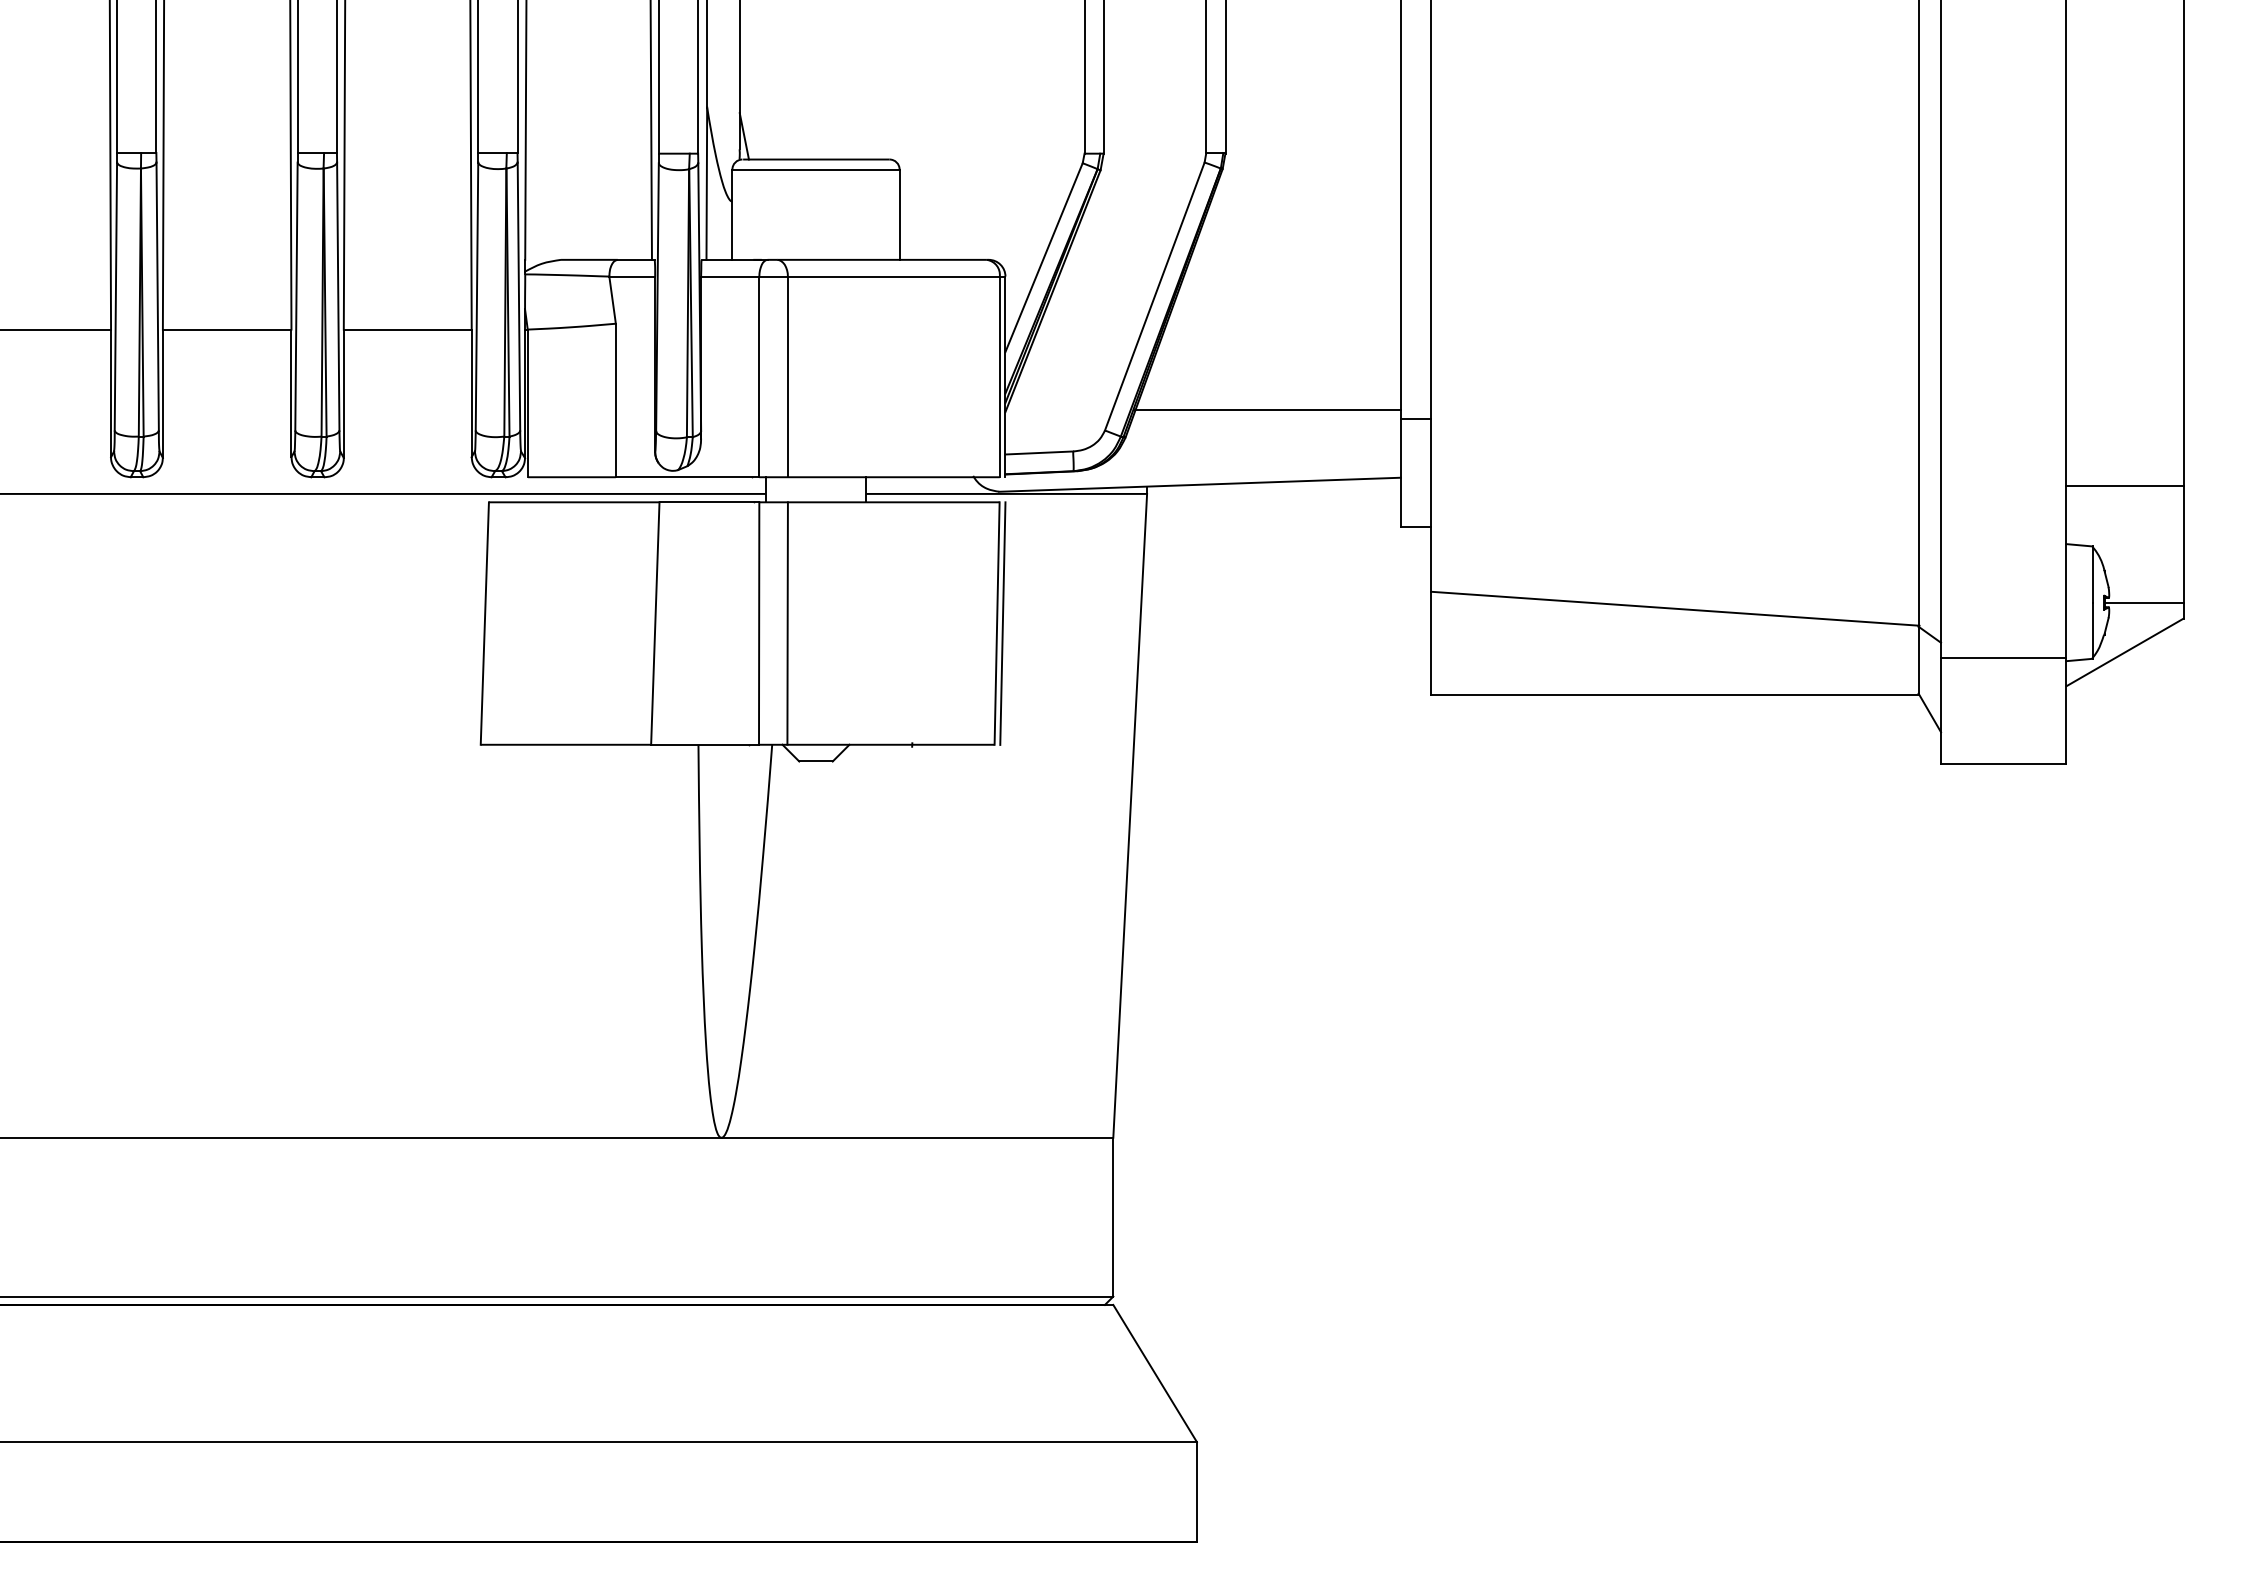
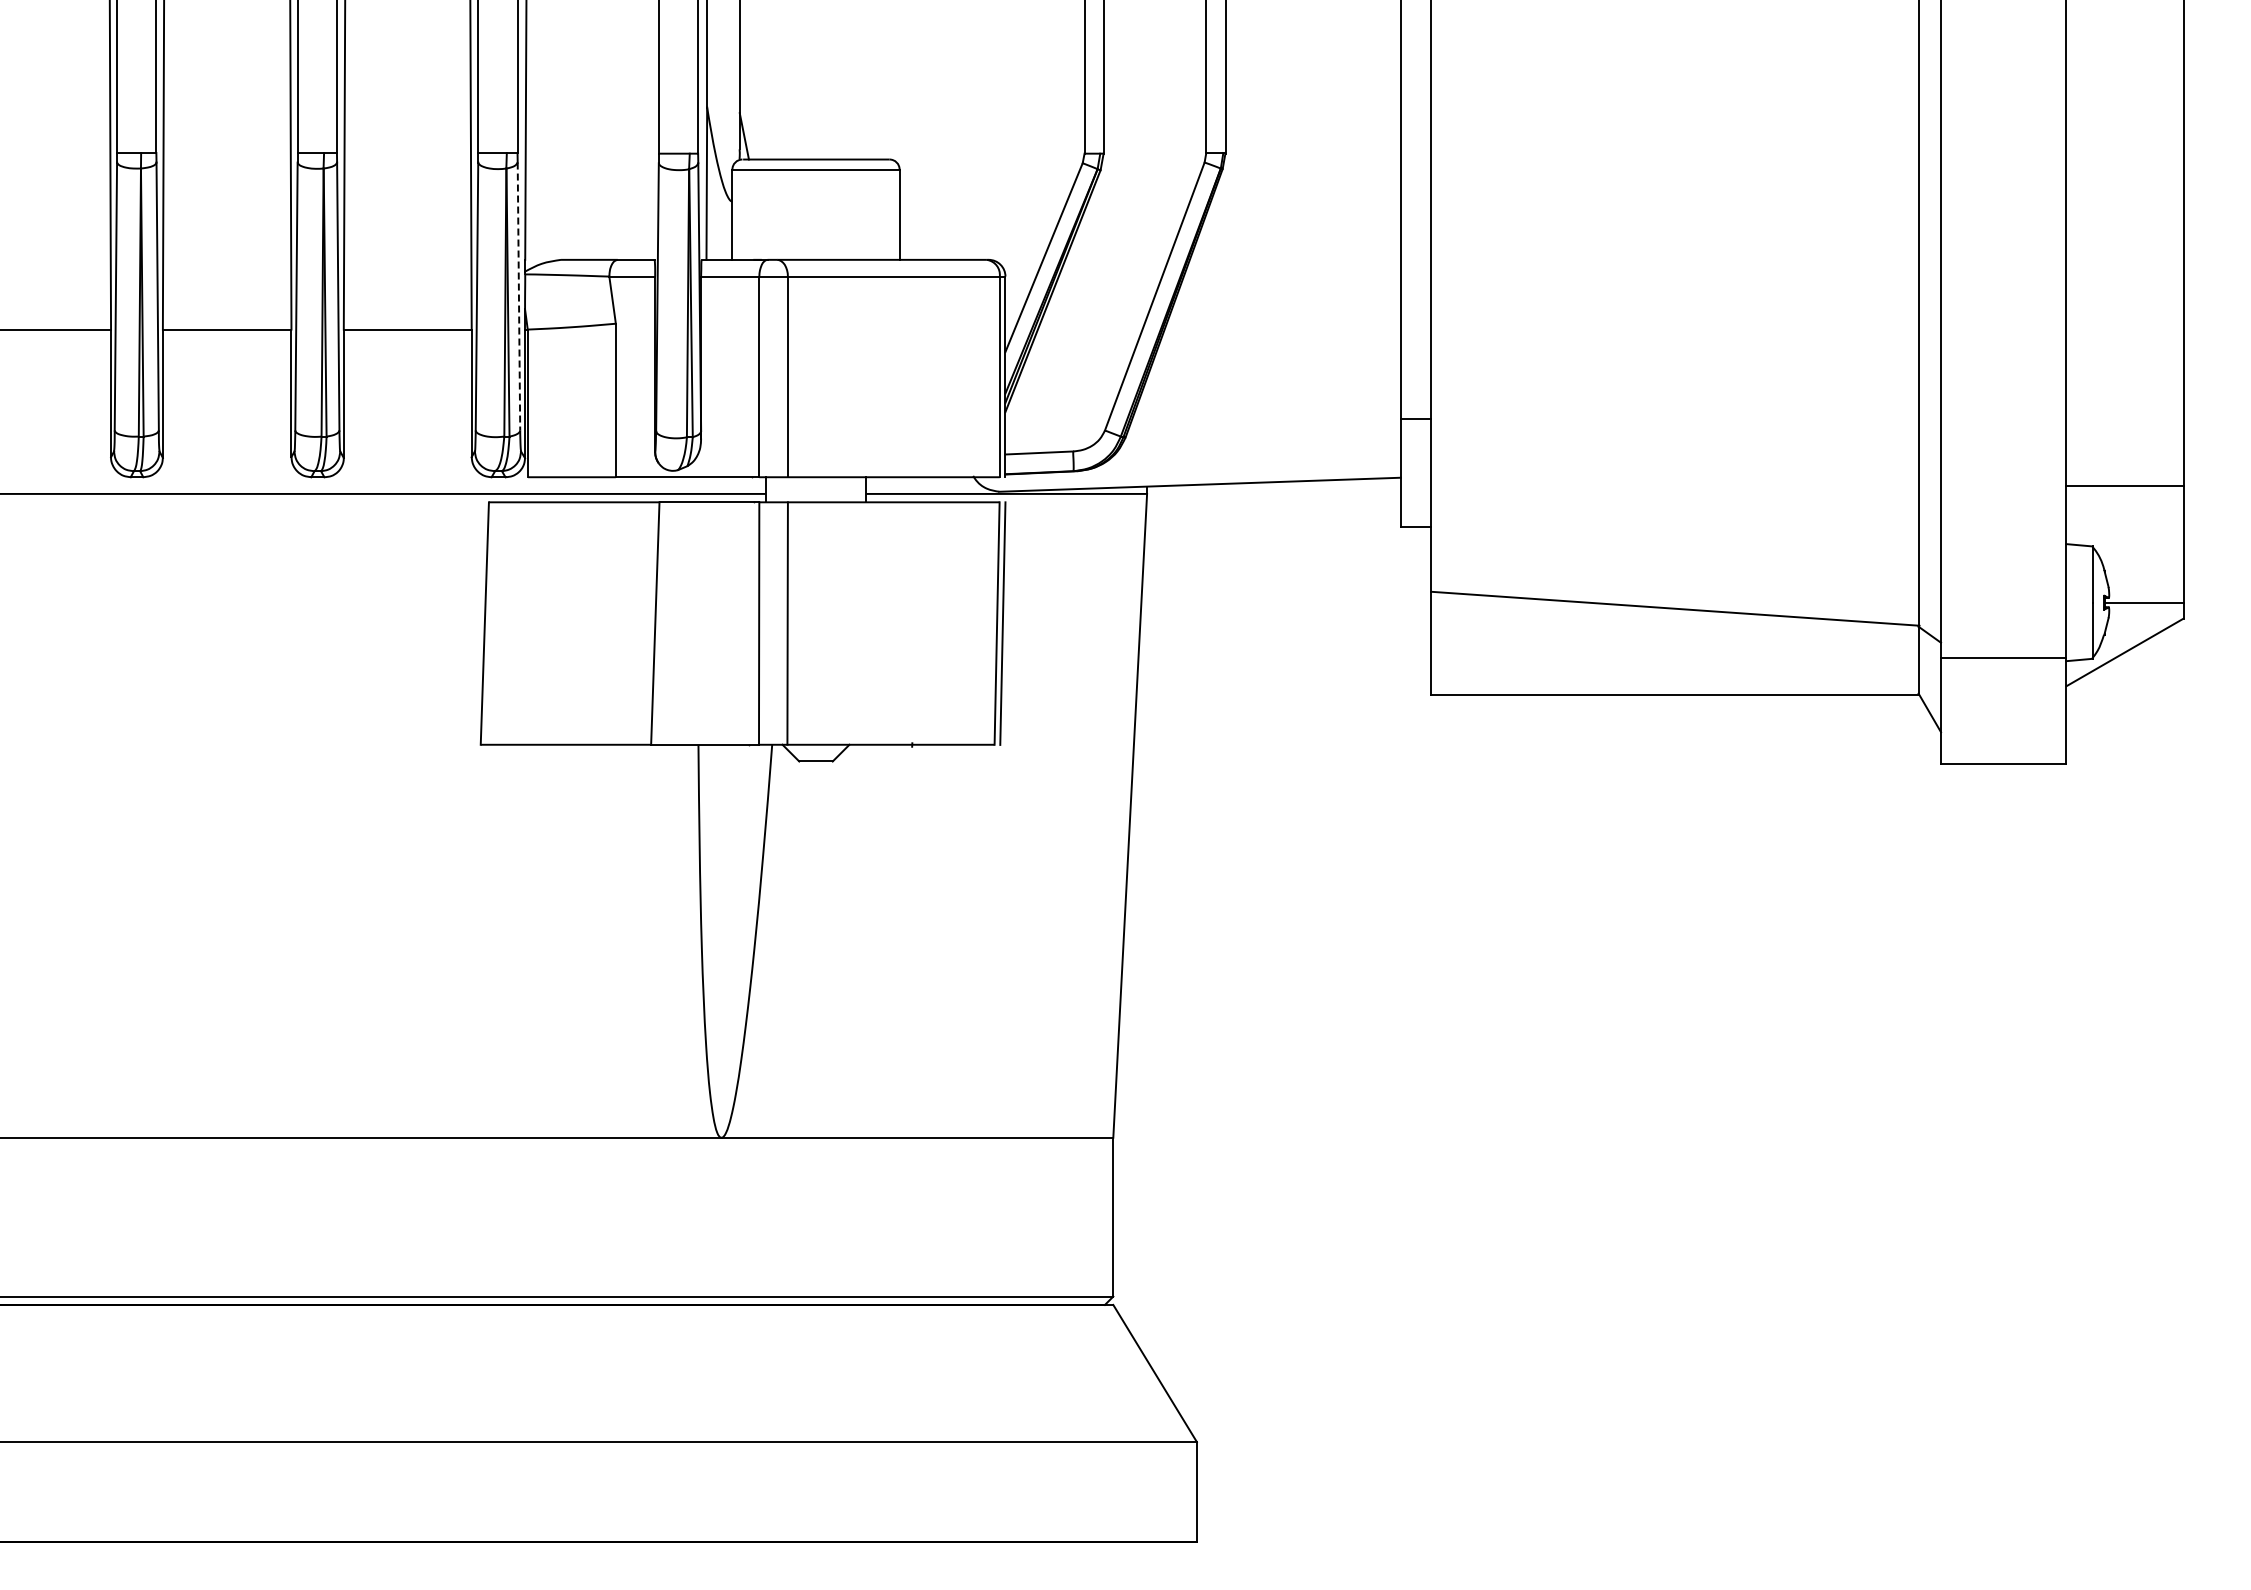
line at (650, 130): present -> none
line at (518, 297): solid -> dashed
line at (1267, 410): present -> none
